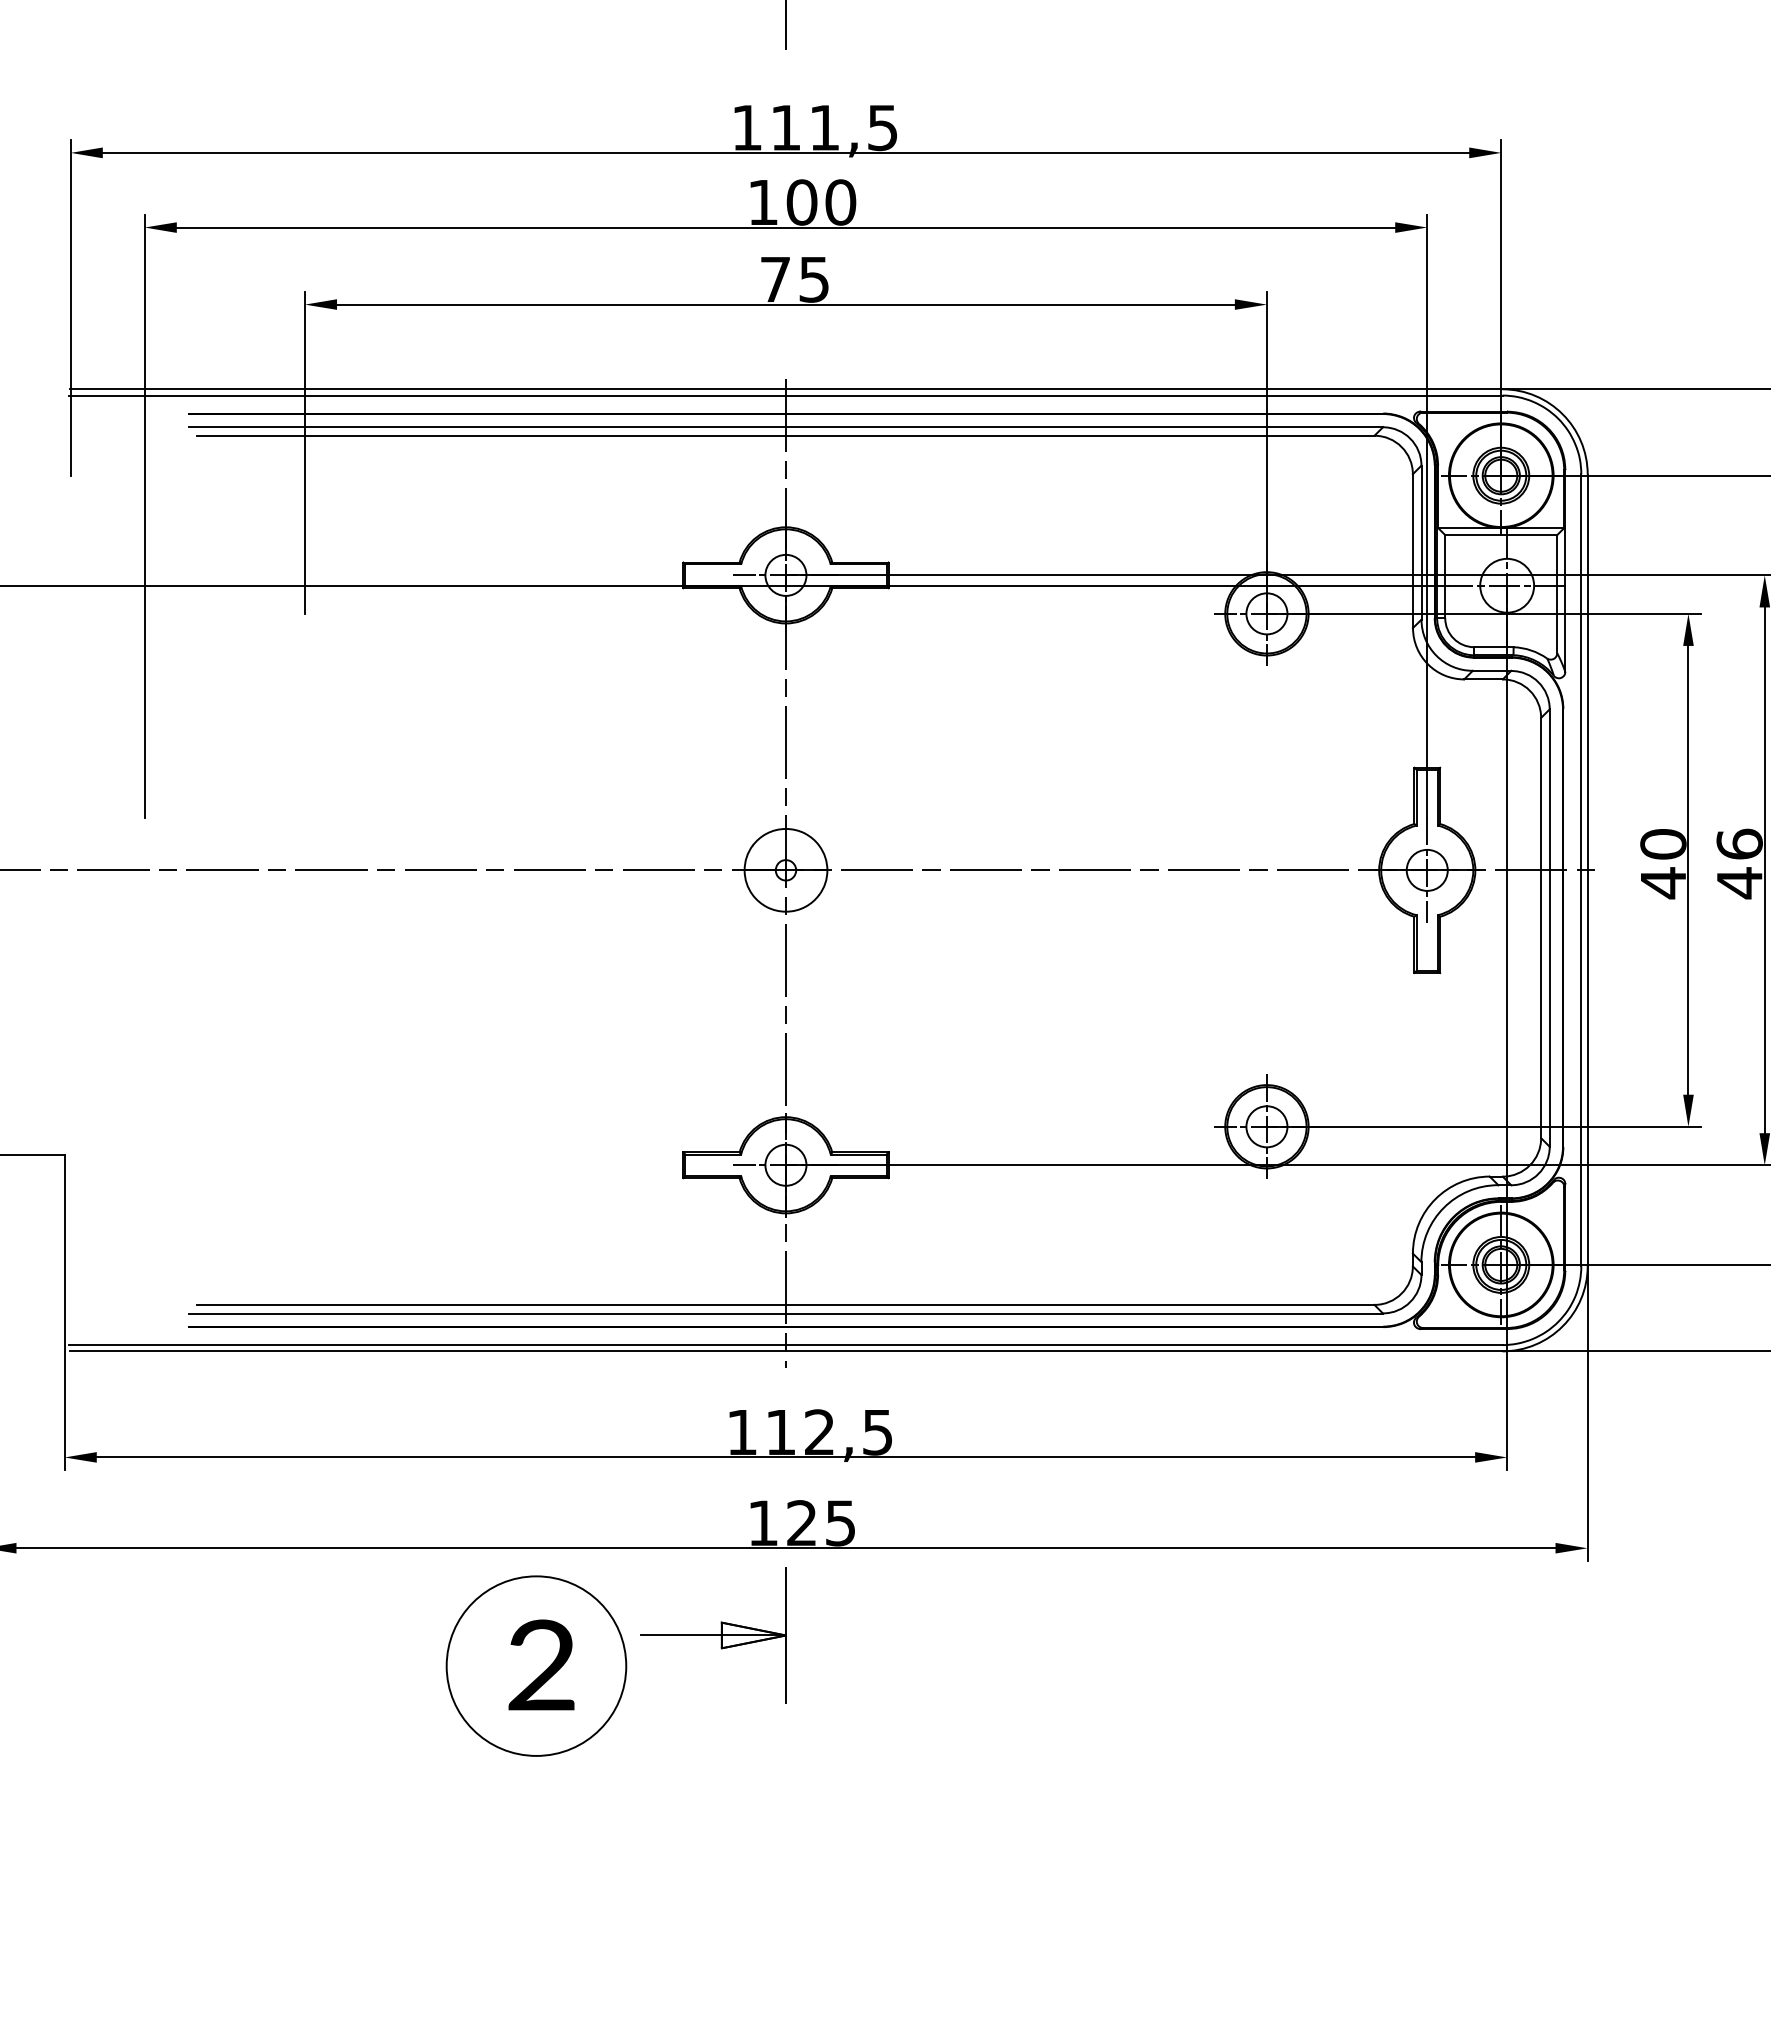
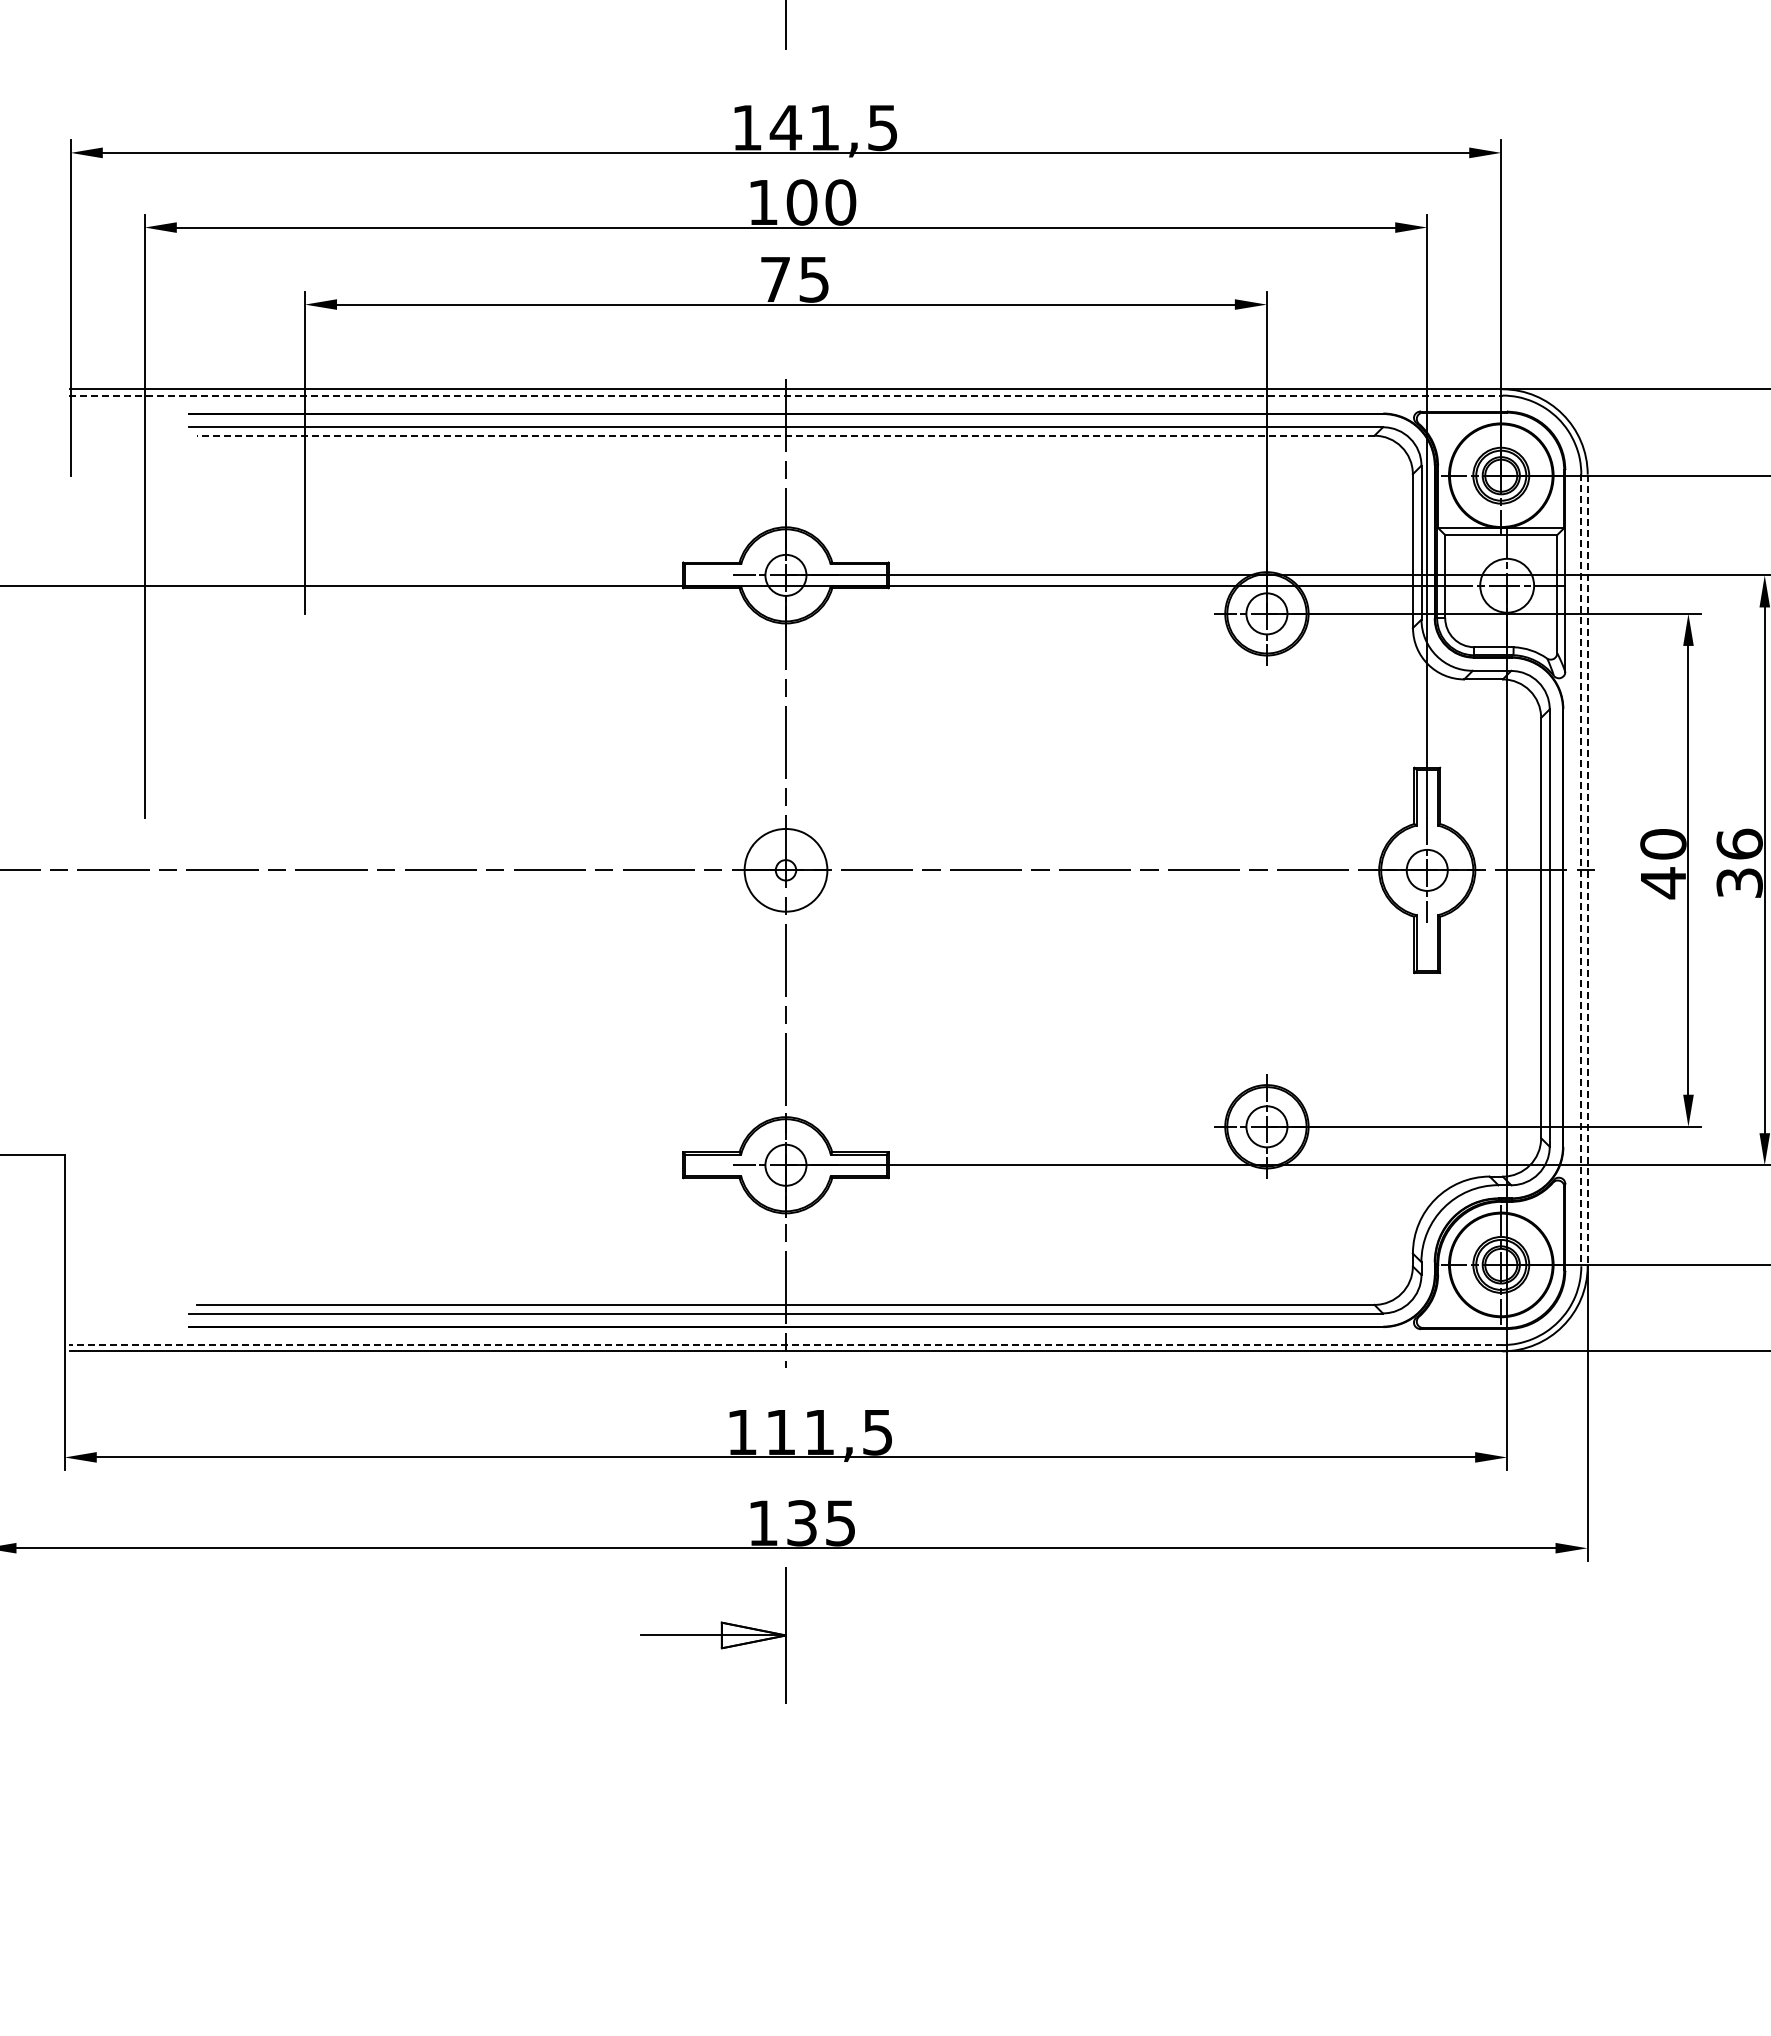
text at (785, 127): 111,5 -> 141,5
line at (786, 395): solid -> dashed
line at (786, 435): solid -> dashed
line at (1581, 870): solid -> dashed
line at (1587, 870): solid -> dashed
text at (1739, 883): 46 -> 36
line at (786, 1345): solid -> dashed
text at (819, 1431): 112,5 -> 111,5
text at (801, 1523): 125 -> 135
part at (536, 1665): present -> none
